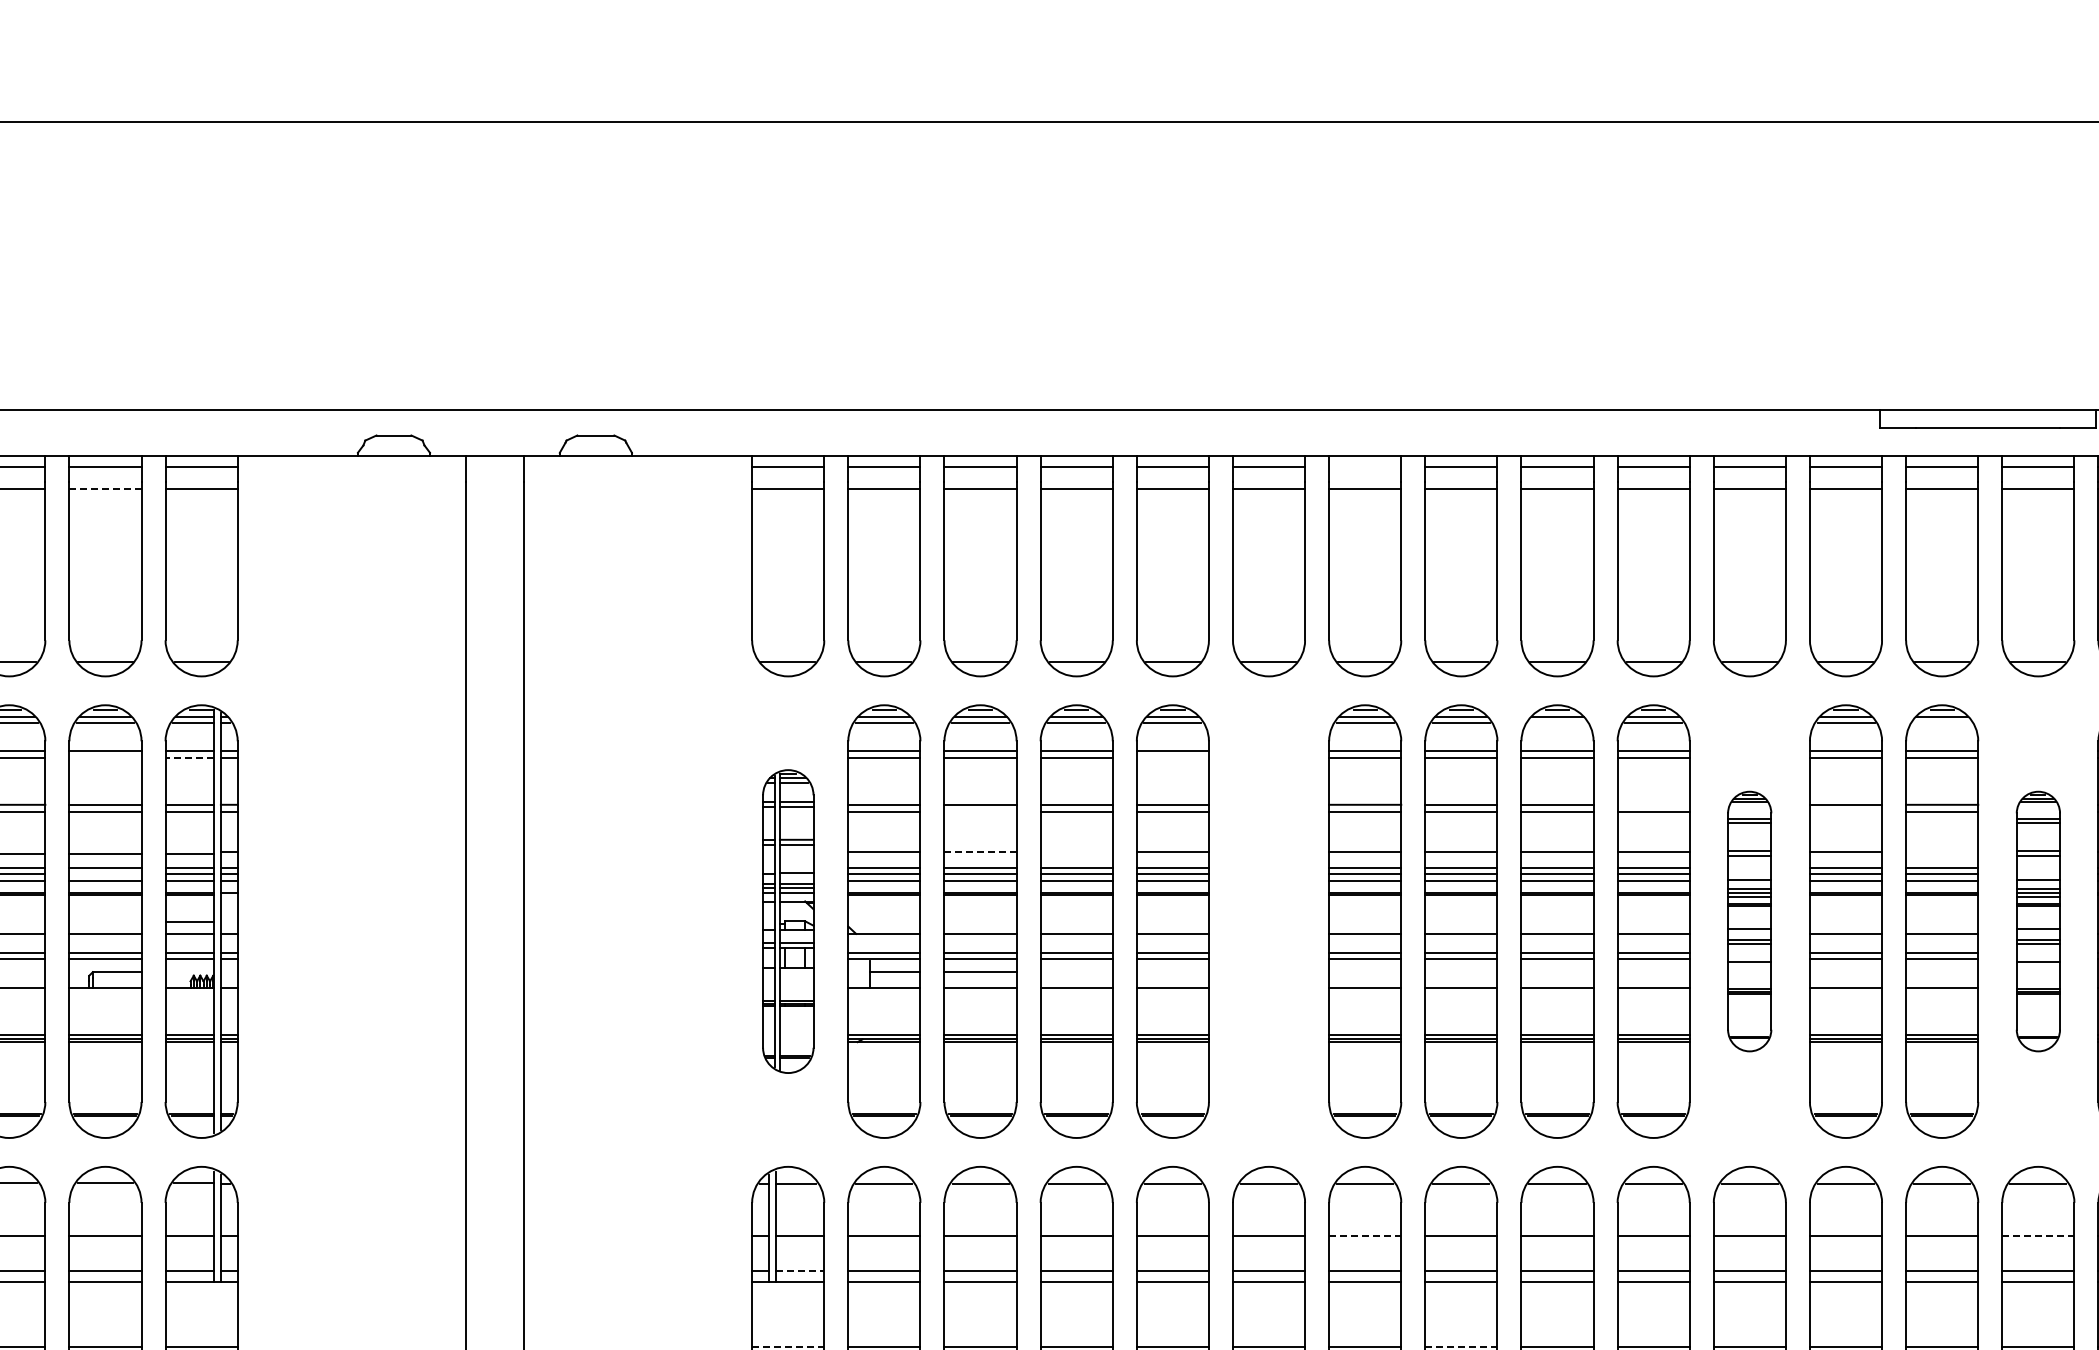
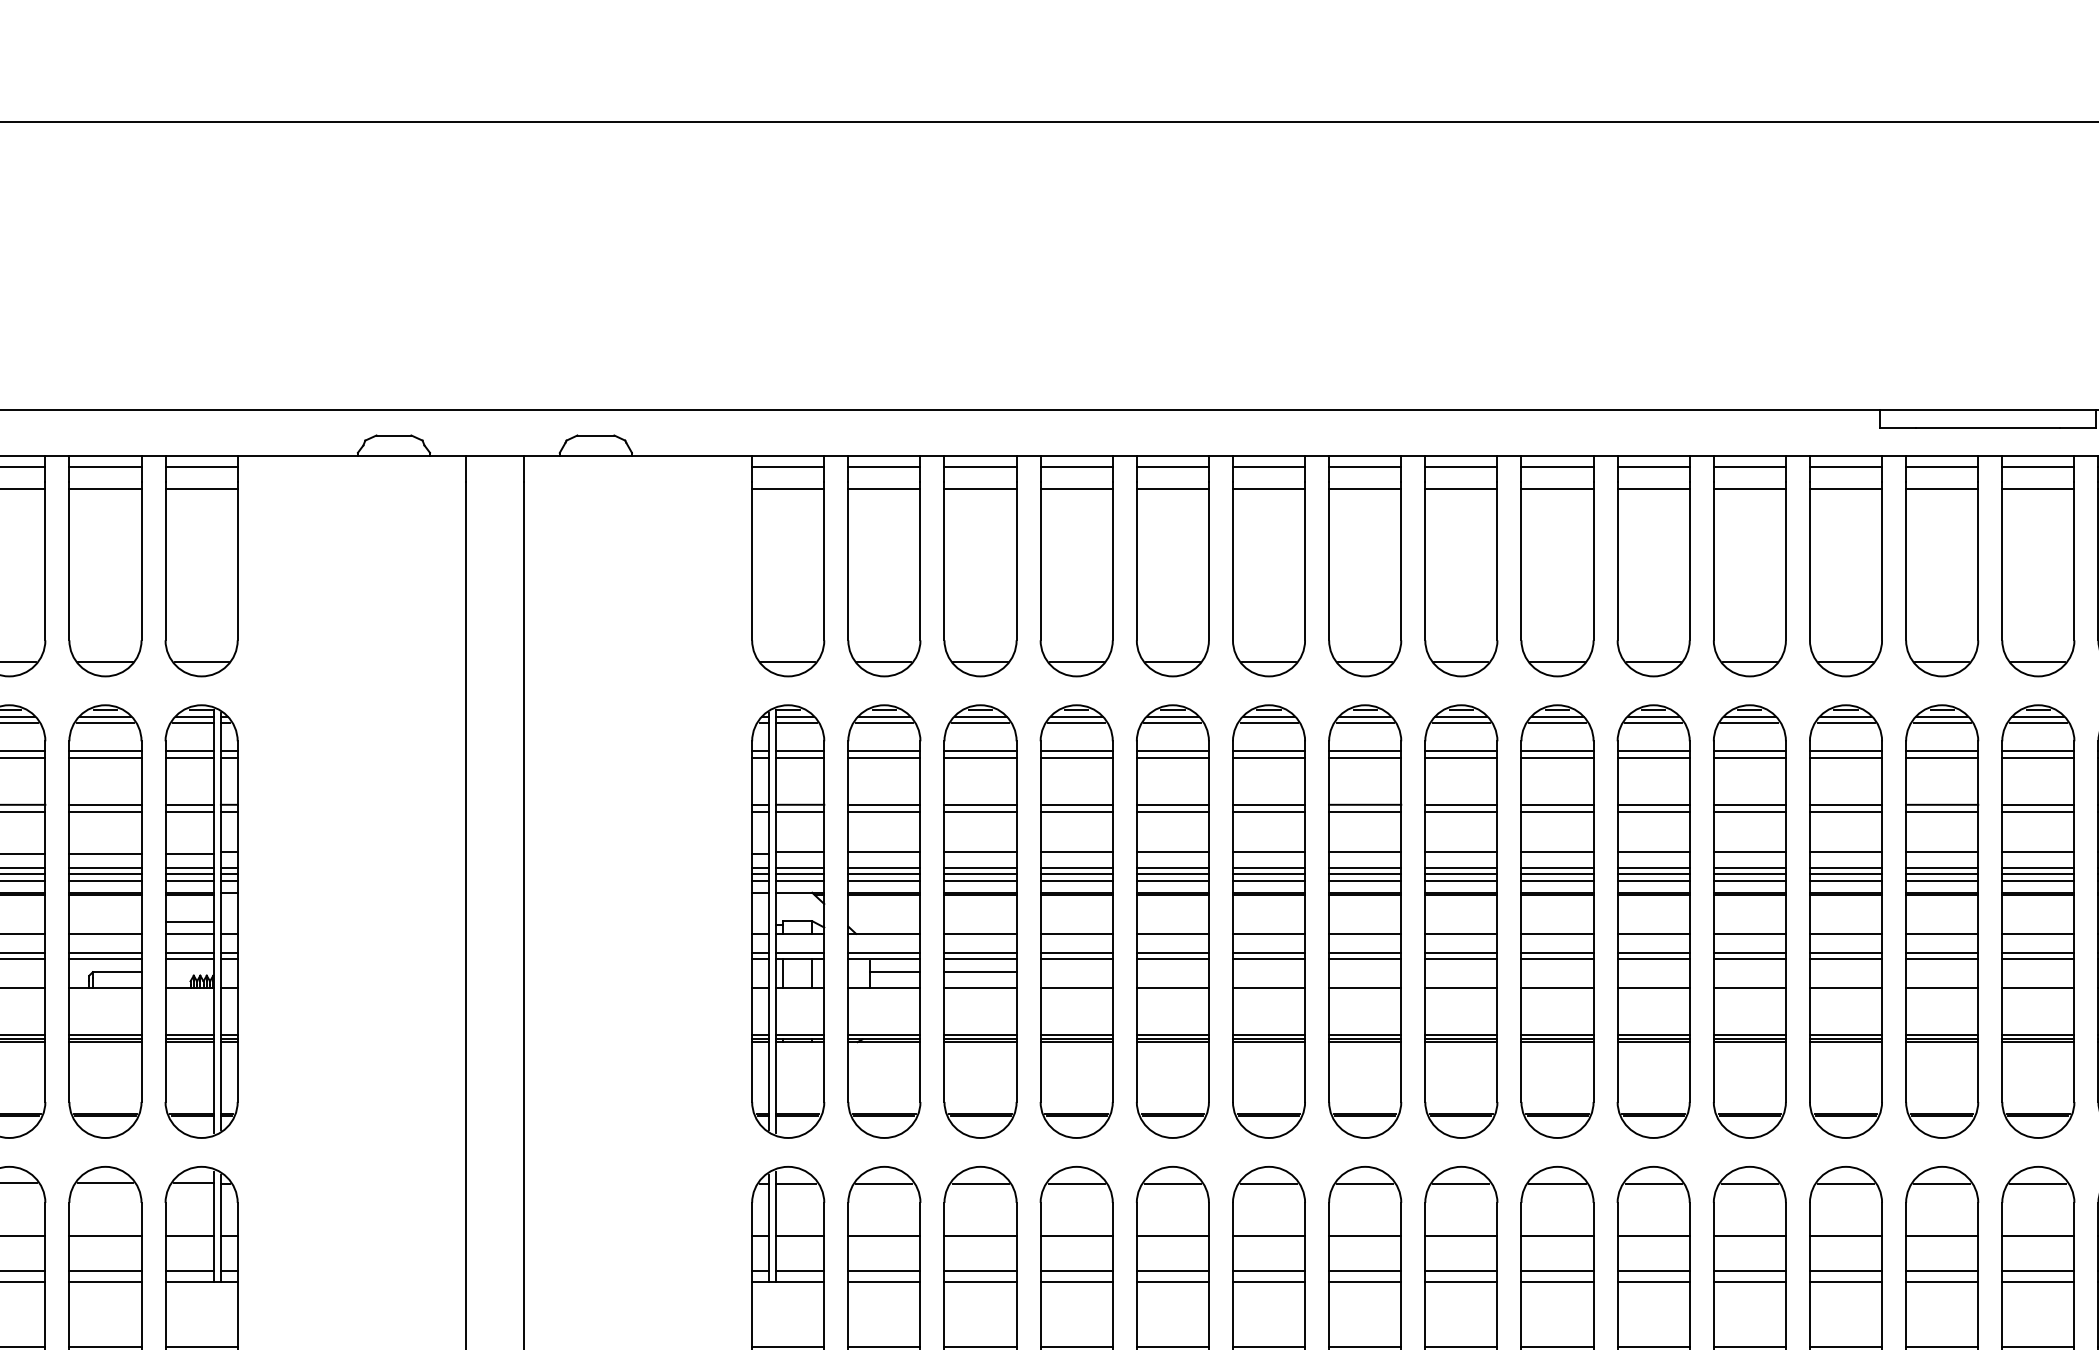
line at (1365, 467): none -> present
line at (104, 488): dashed -> solid
line at (1557, 723): none -> present
line at (1941, 723): none -> present
line at (105, 758): none -> present
line at (189, 758): dashed -> solid
line at (1172, 758): none -> present
line at (1653, 804): none -> present
line at (980, 812): none -> present
line at (1845, 812): none -> present
line at (981, 852): dashed -> solid
line at (1076, 852): none -> present
line at (1942, 852): none -> present
line at (105, 873): none -> present
part at (788, 921) size: 53x305 px -> 75x435 px
part at (1268, 921): none -> present
part at (1749, 921) size: 46x263 px -> 75x435 px
part at (2037, 921) size: 46x263 px -> 75x435 px
line at (1365, 1236): dashed -> solid
line at (2038, 1236): dashed -> solid
line at (800, 1270): dashed -> solid
line at (788, 1347): dashed -> solid
line at (1461, 1347): dashed -> solid
